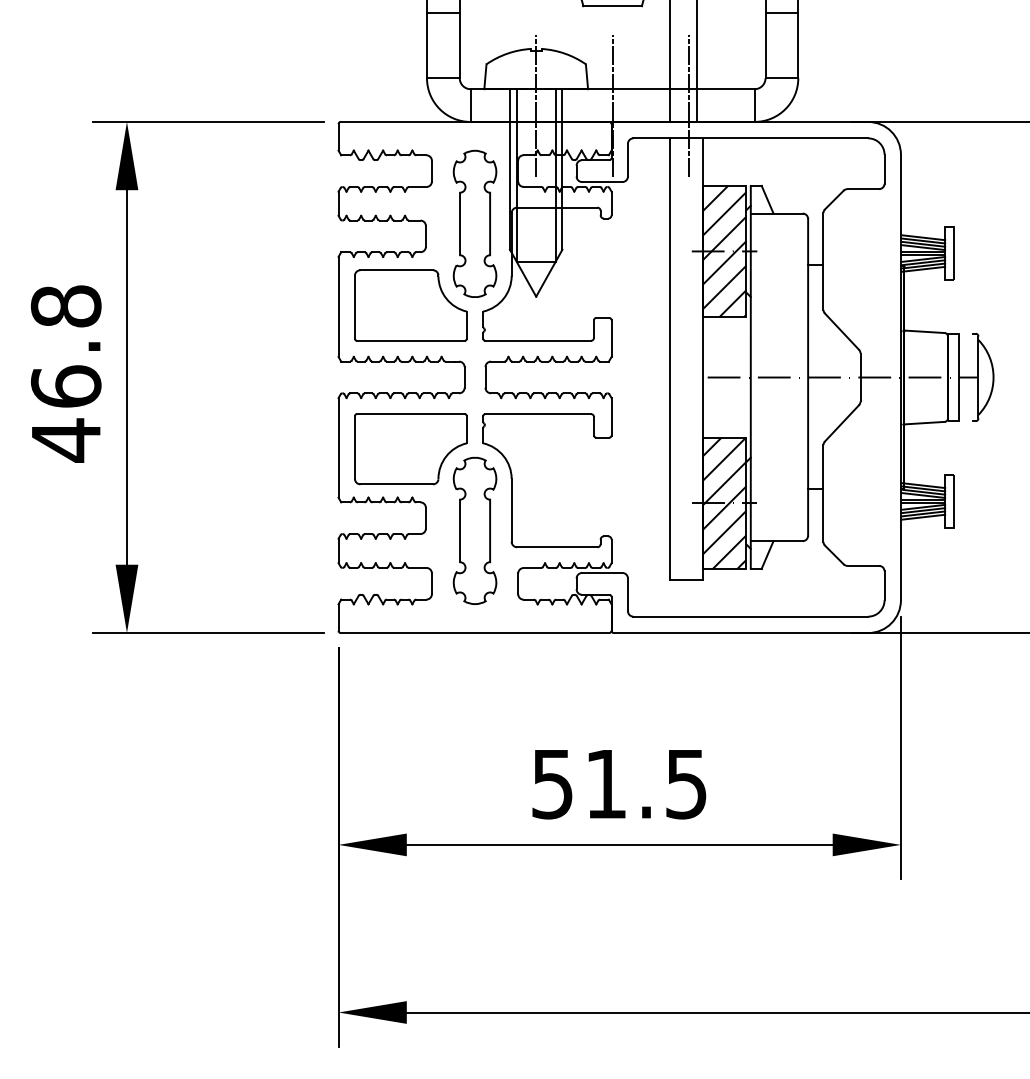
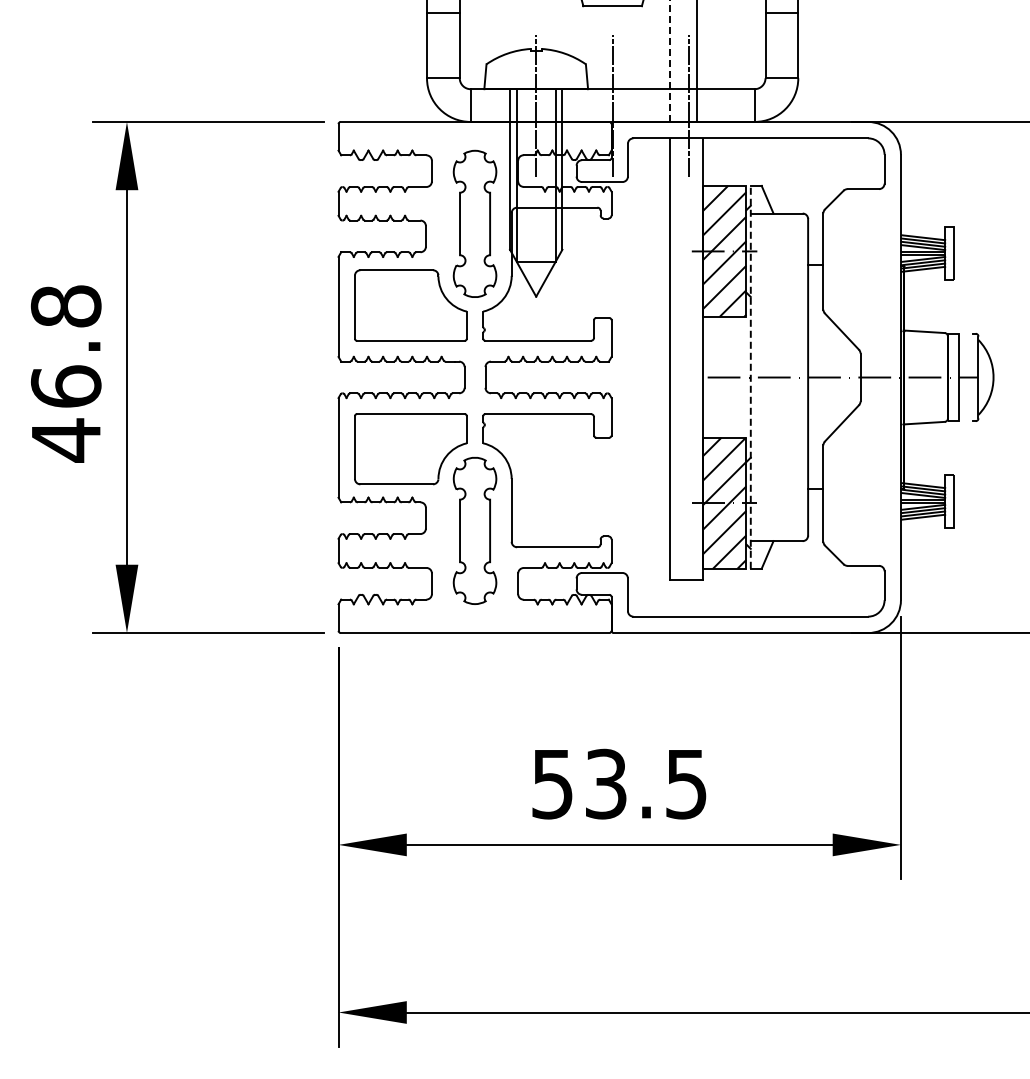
line at (669, 61): solid -> dashed
line at (750, 376): solid -> dashed
text at (606, 783): 51.5 -> 53.5
